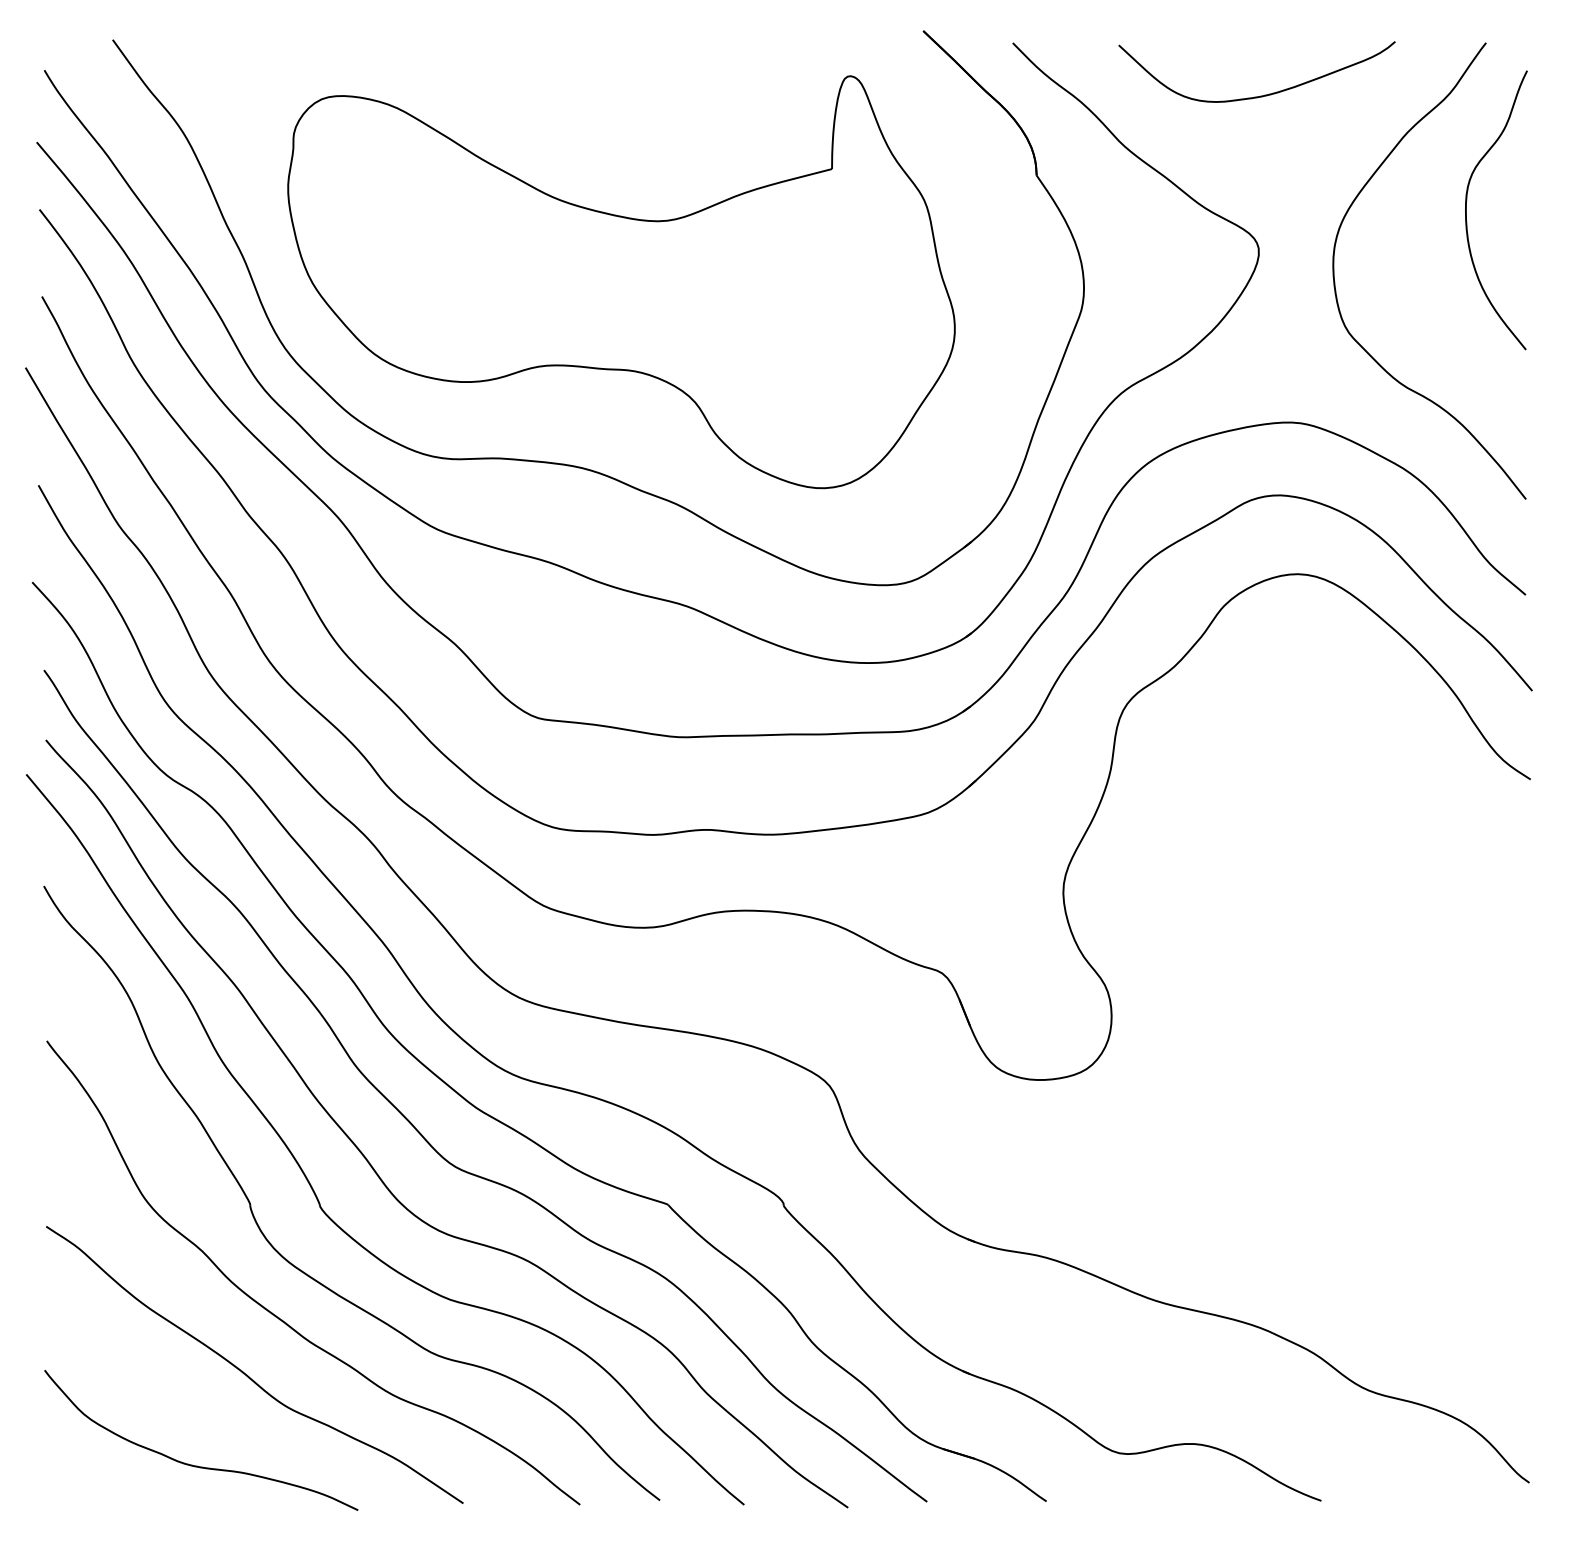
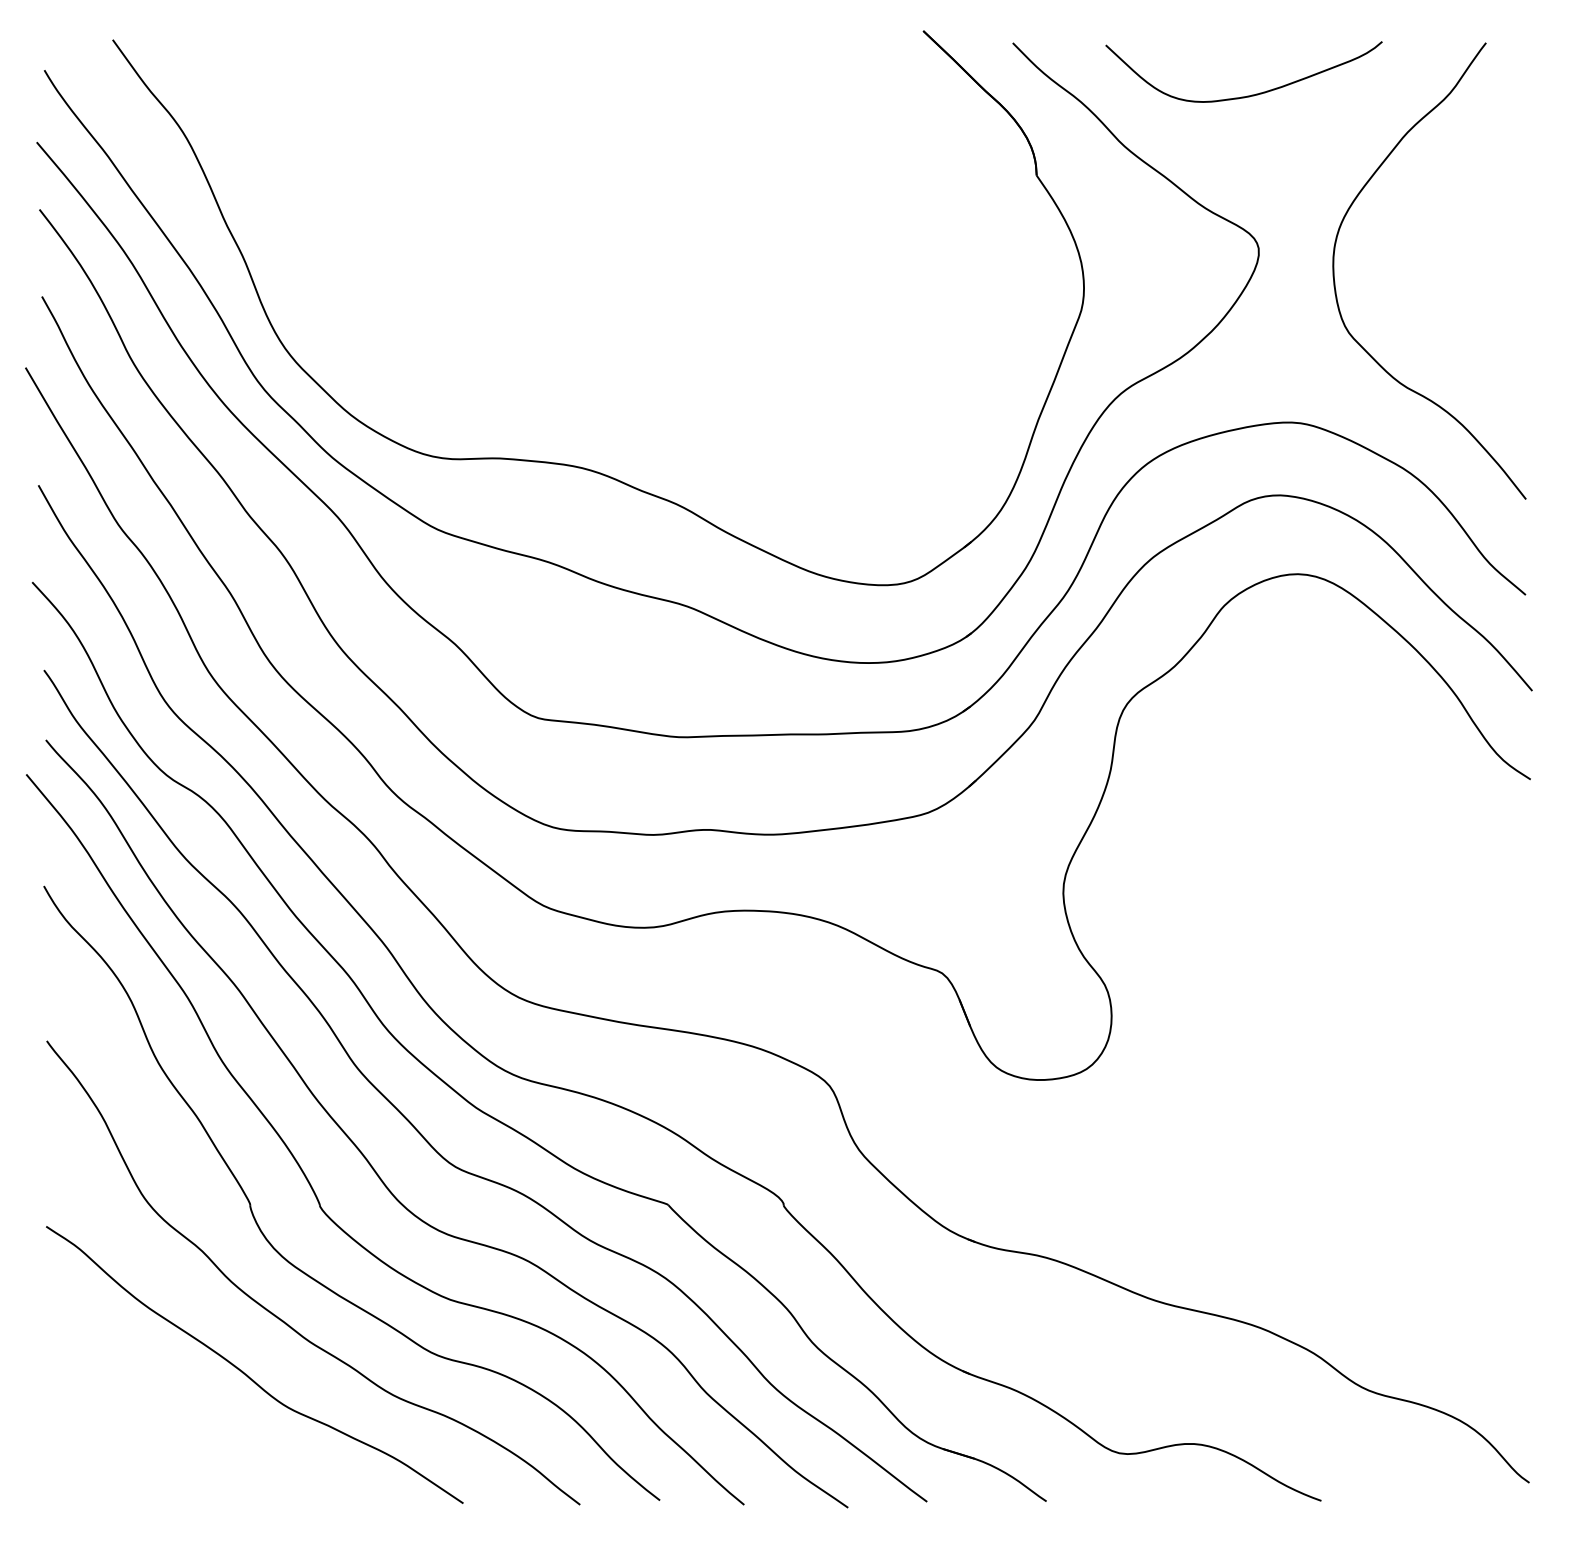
curve at (1260, 95) position: (1260, 95) -> (1247, 95)
curve at (1466, 210): present -> none
part at (621, 282): present -> none
curve at (197, 1465): present -> none
